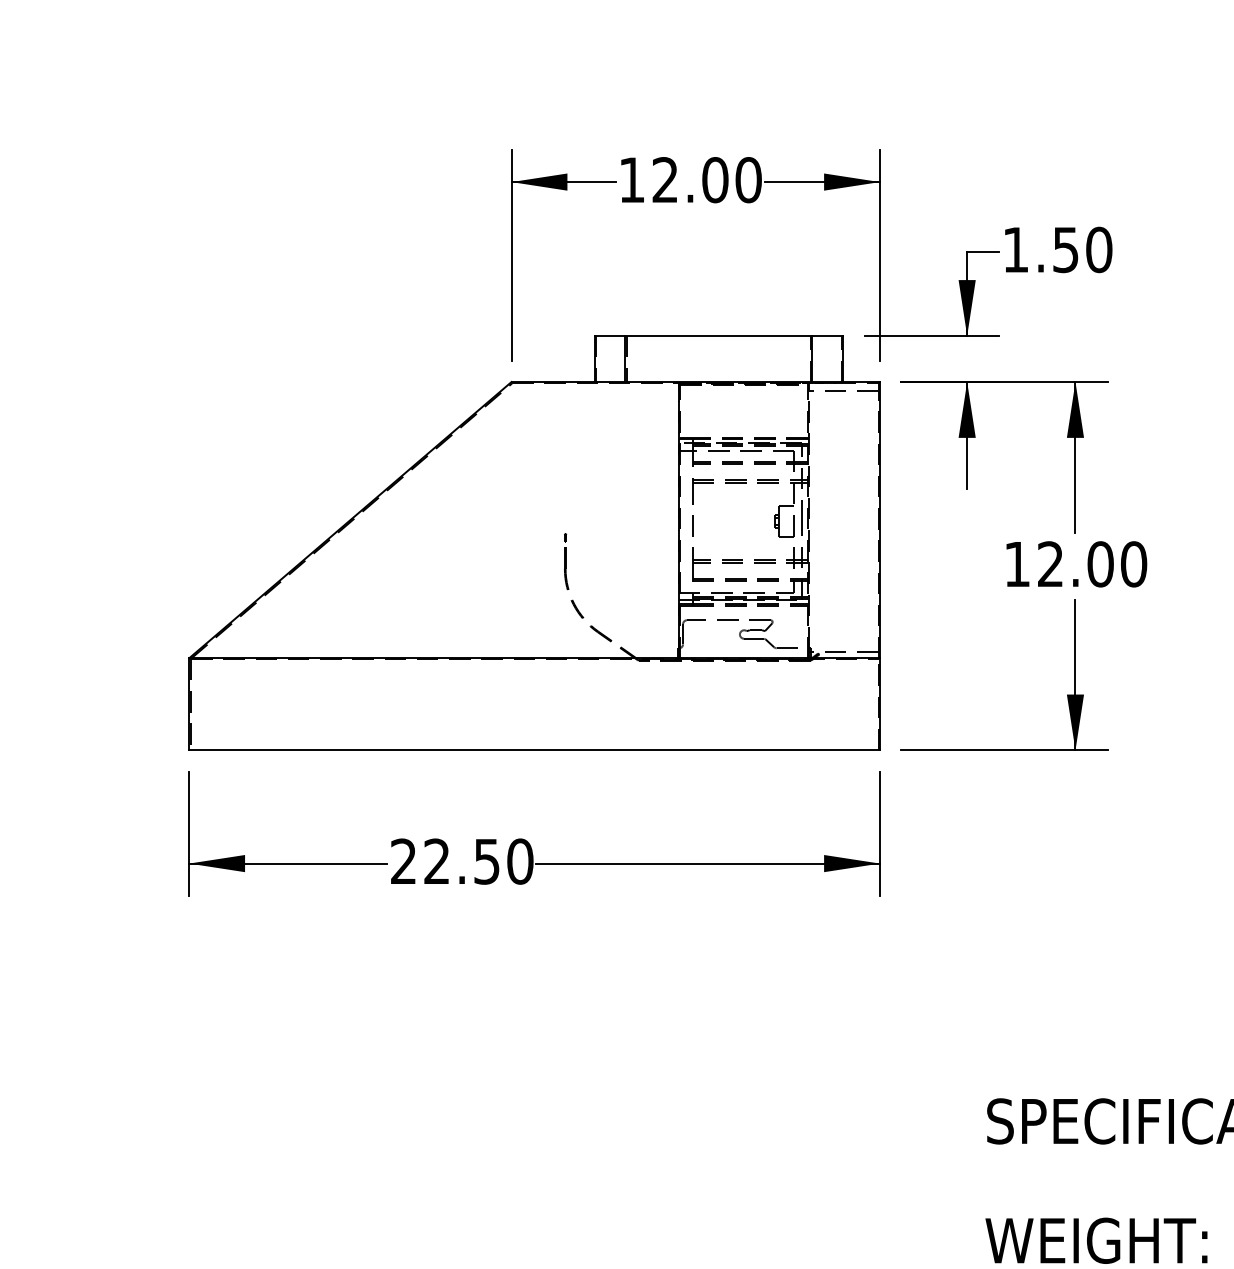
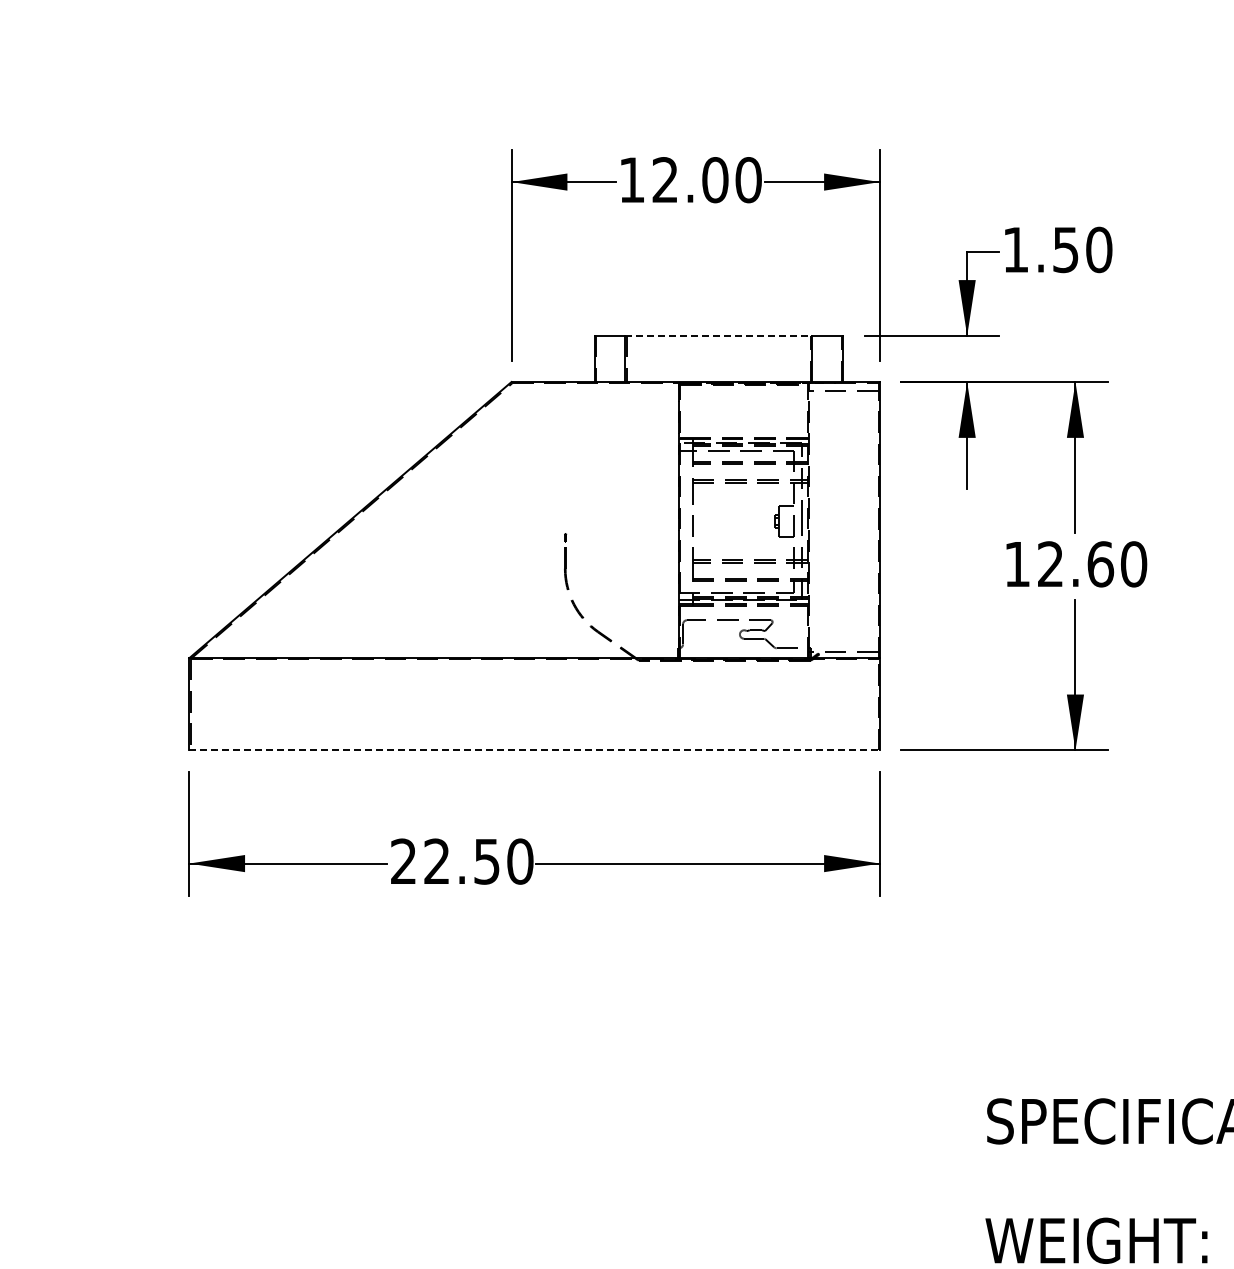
line at (718, 335): solid -> dashed
text at (1100, 564): 12.00 -> 12.60
line at (535, 750): solid -> dashed
